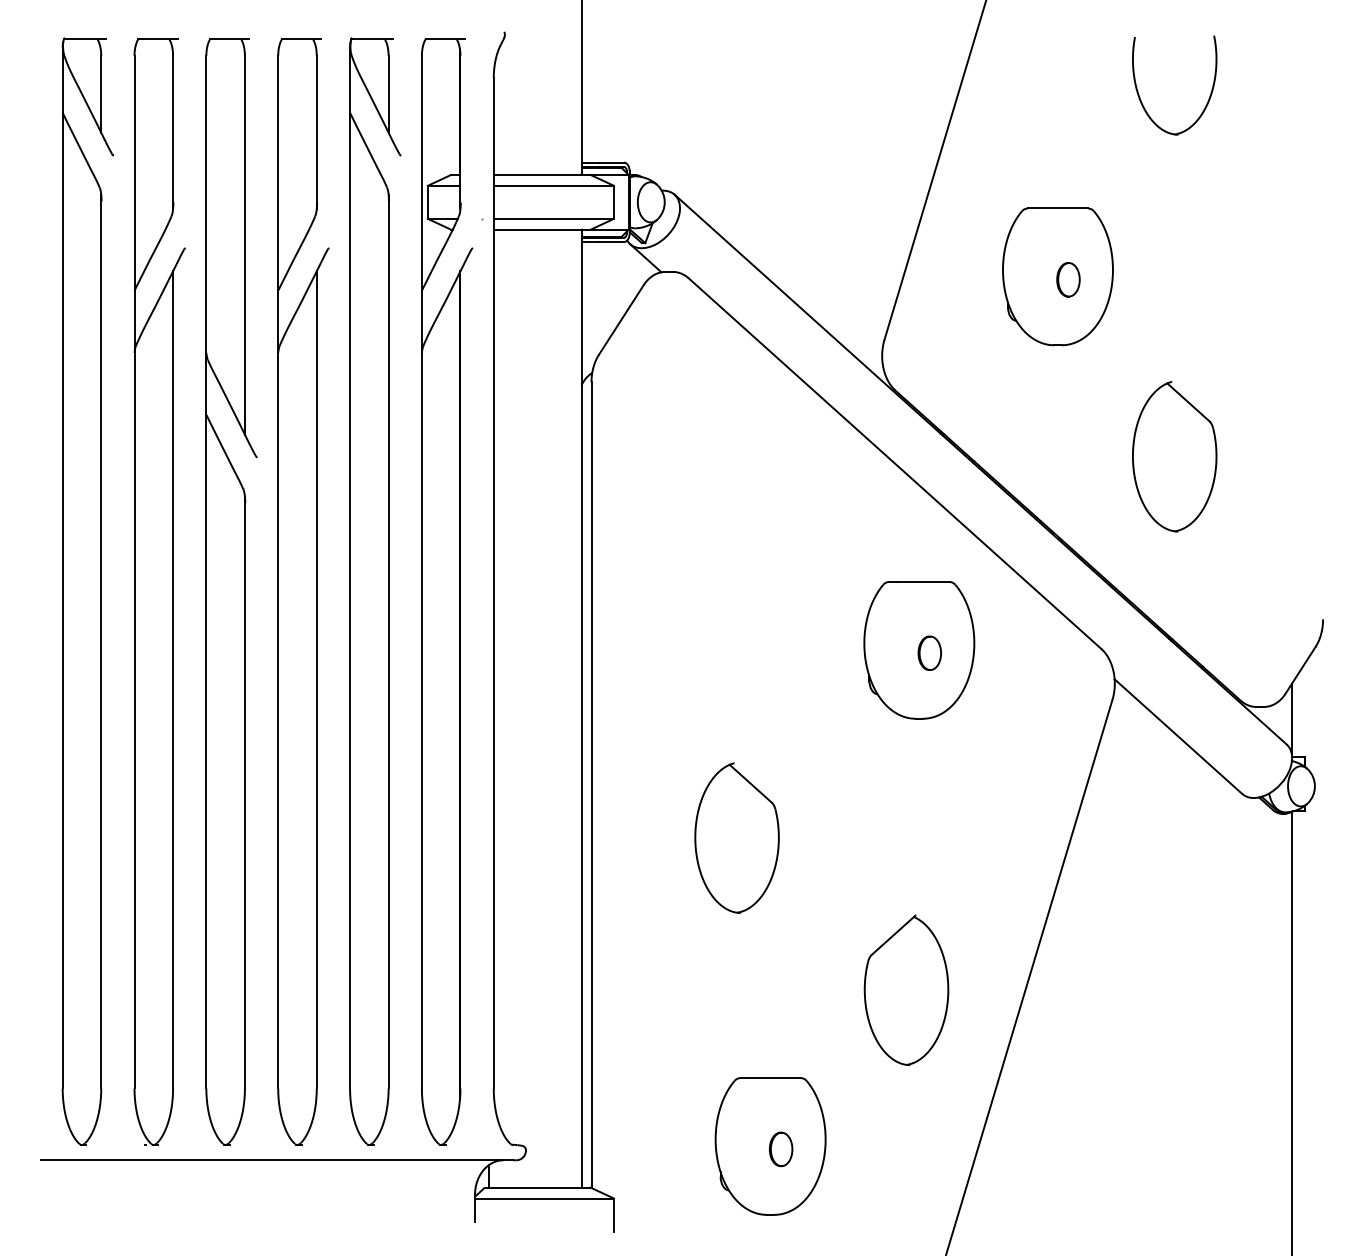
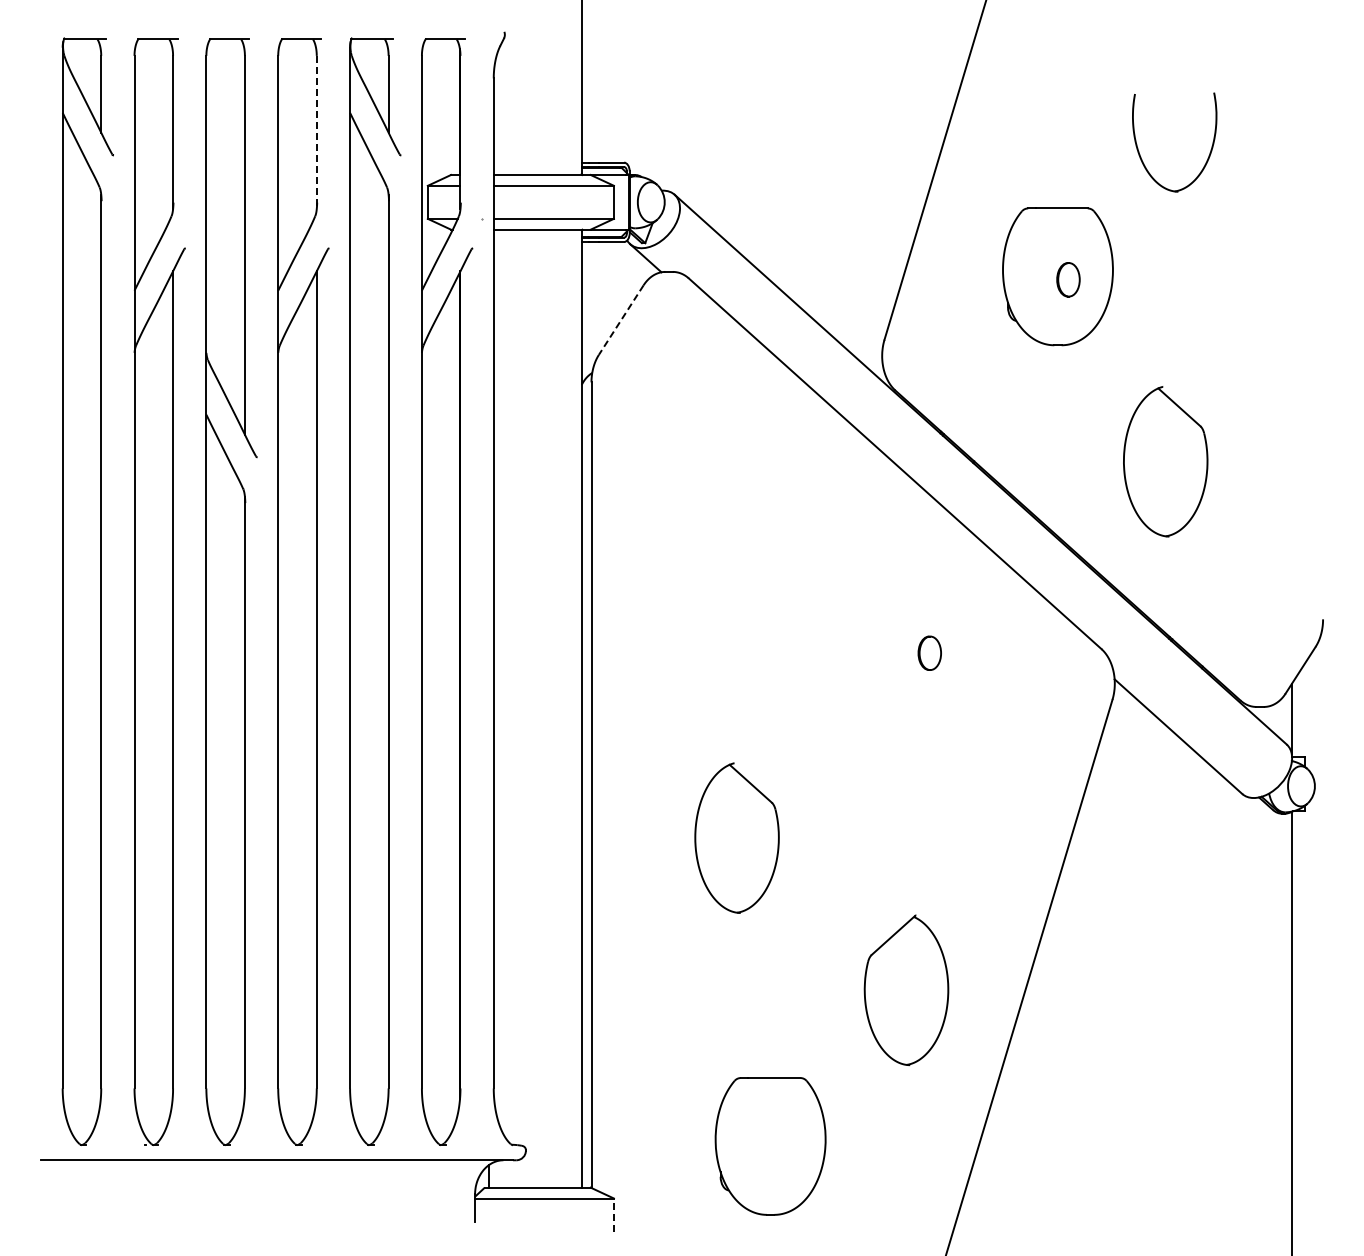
part at (1140, 97) position: (1140, 97) -> (1140, 154)
line at (316, 132): solid -> dashed
line at (621, 320): solid -> dashed
part at (1174, 456) position: (1174, 456) -> (1165, 461)
part at (919, 650): present -> none
part at (781, 1149): present -> none
line at (613, 1215): solid -> dashed
